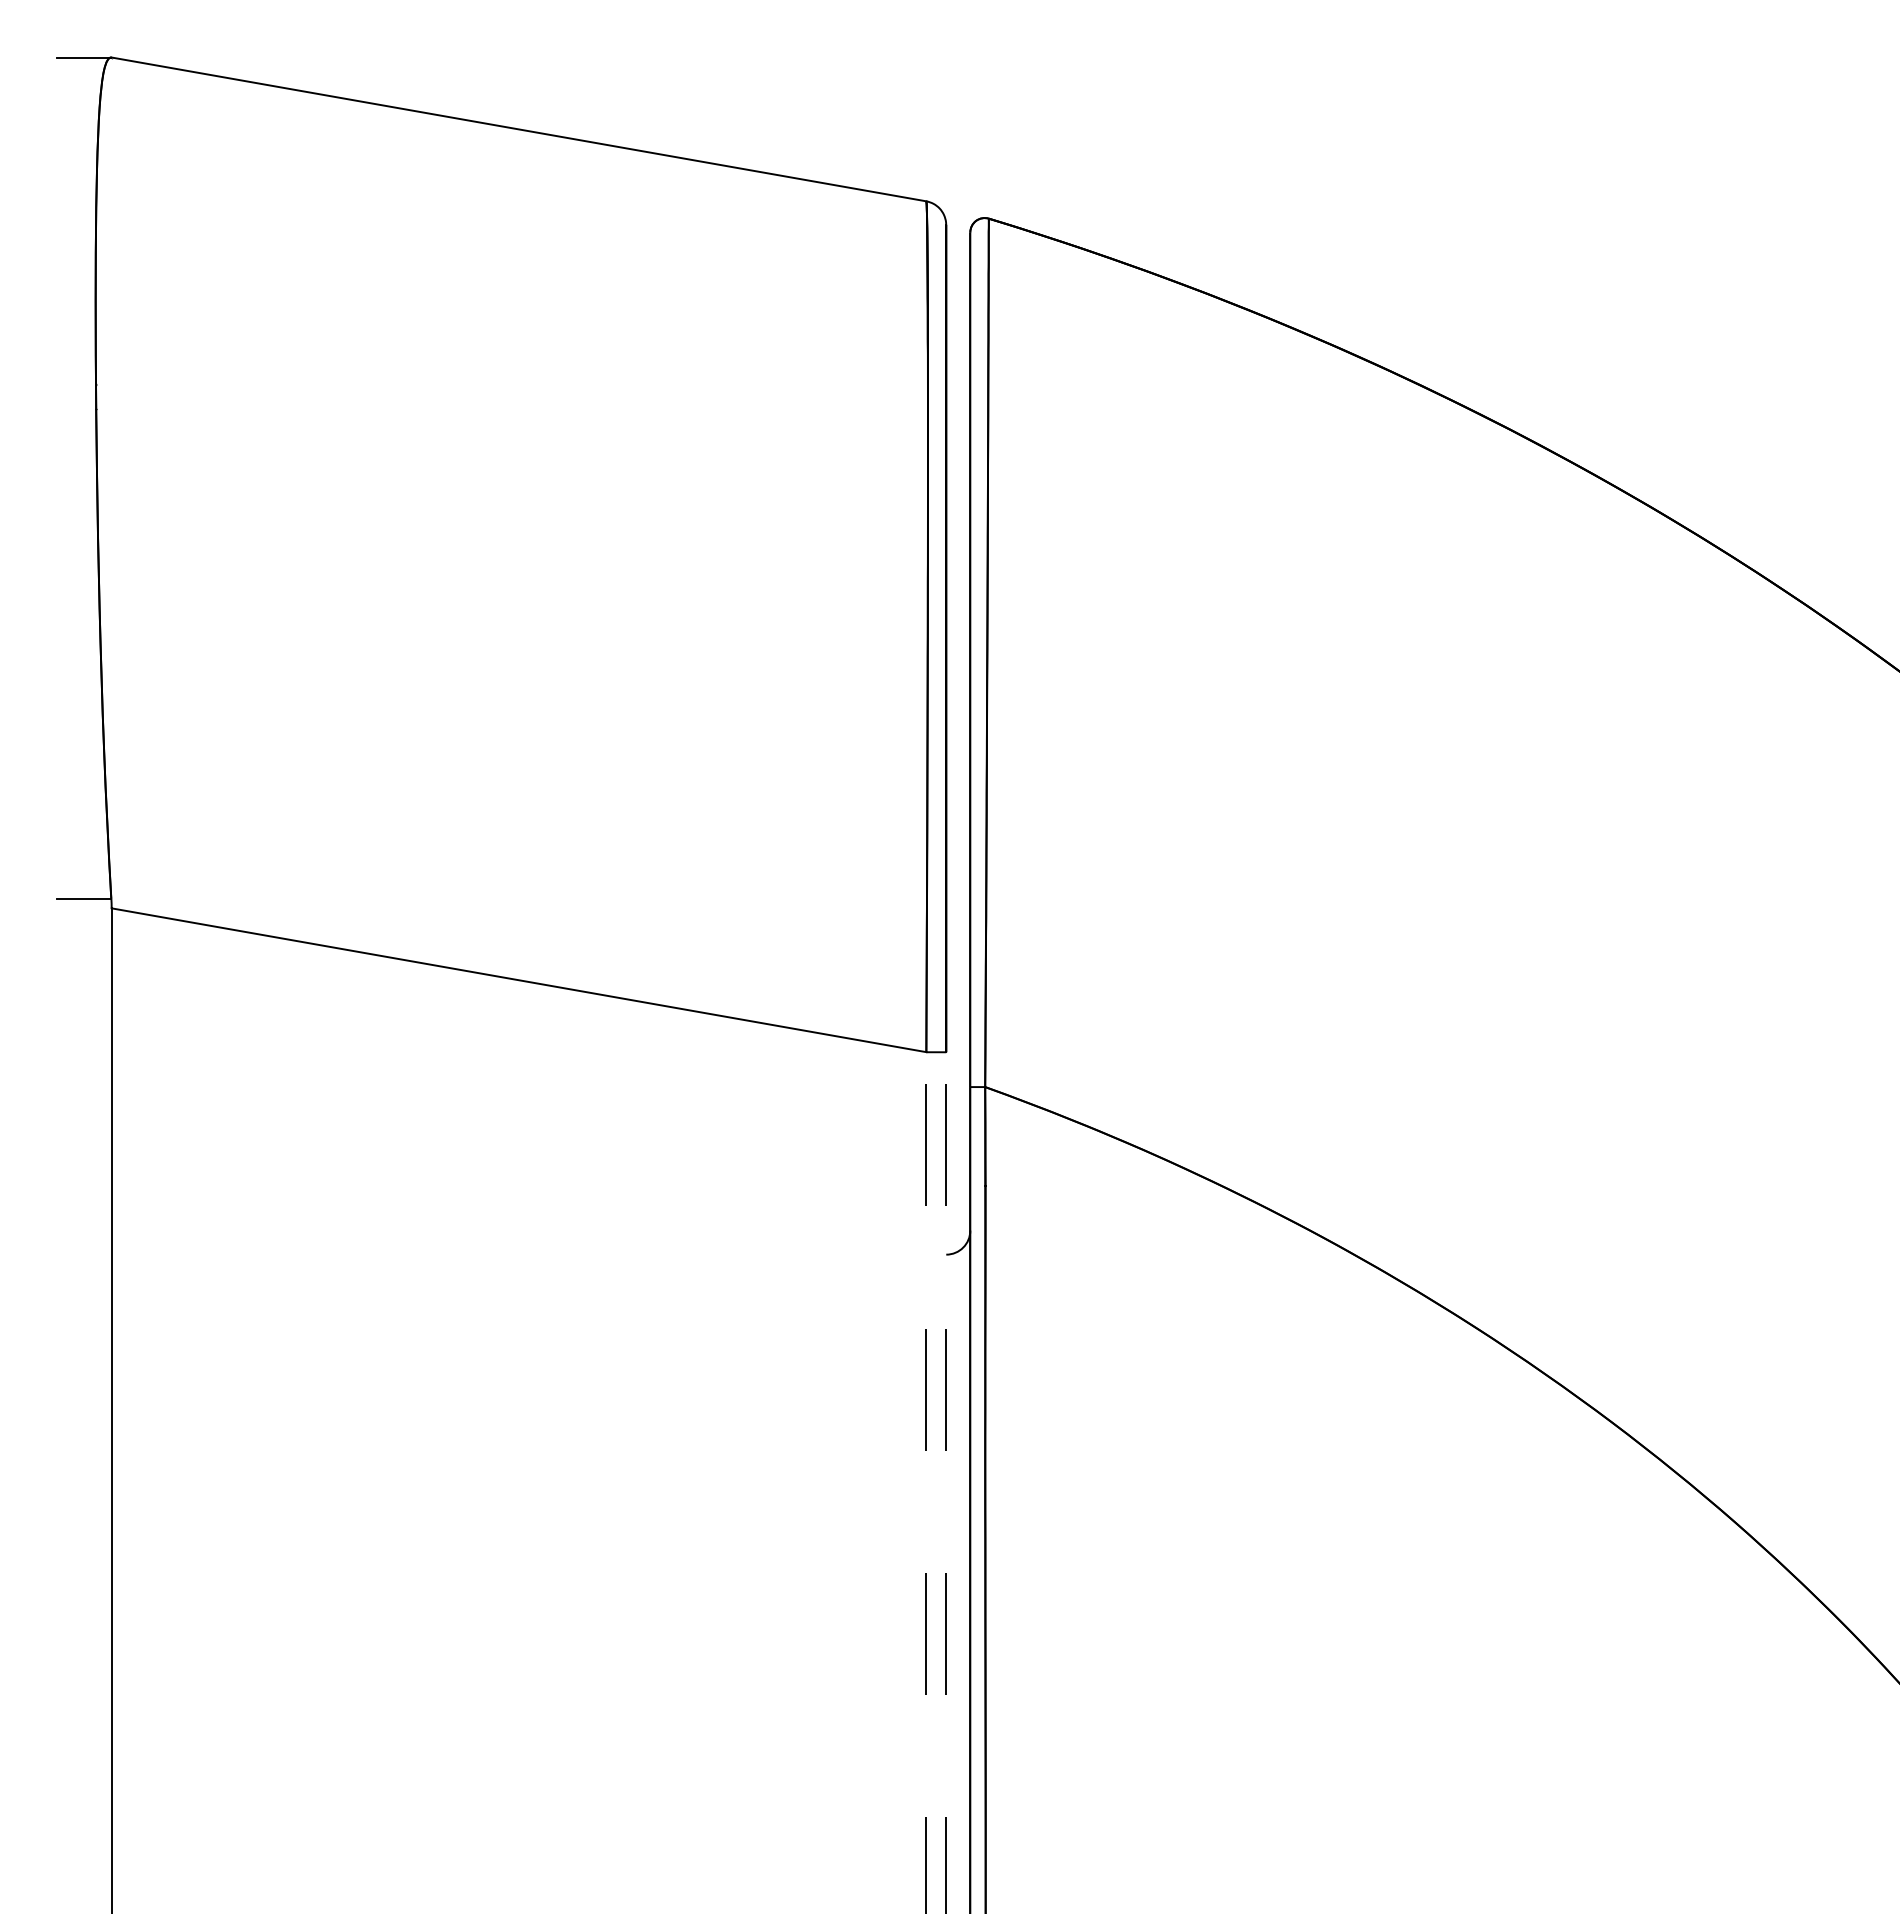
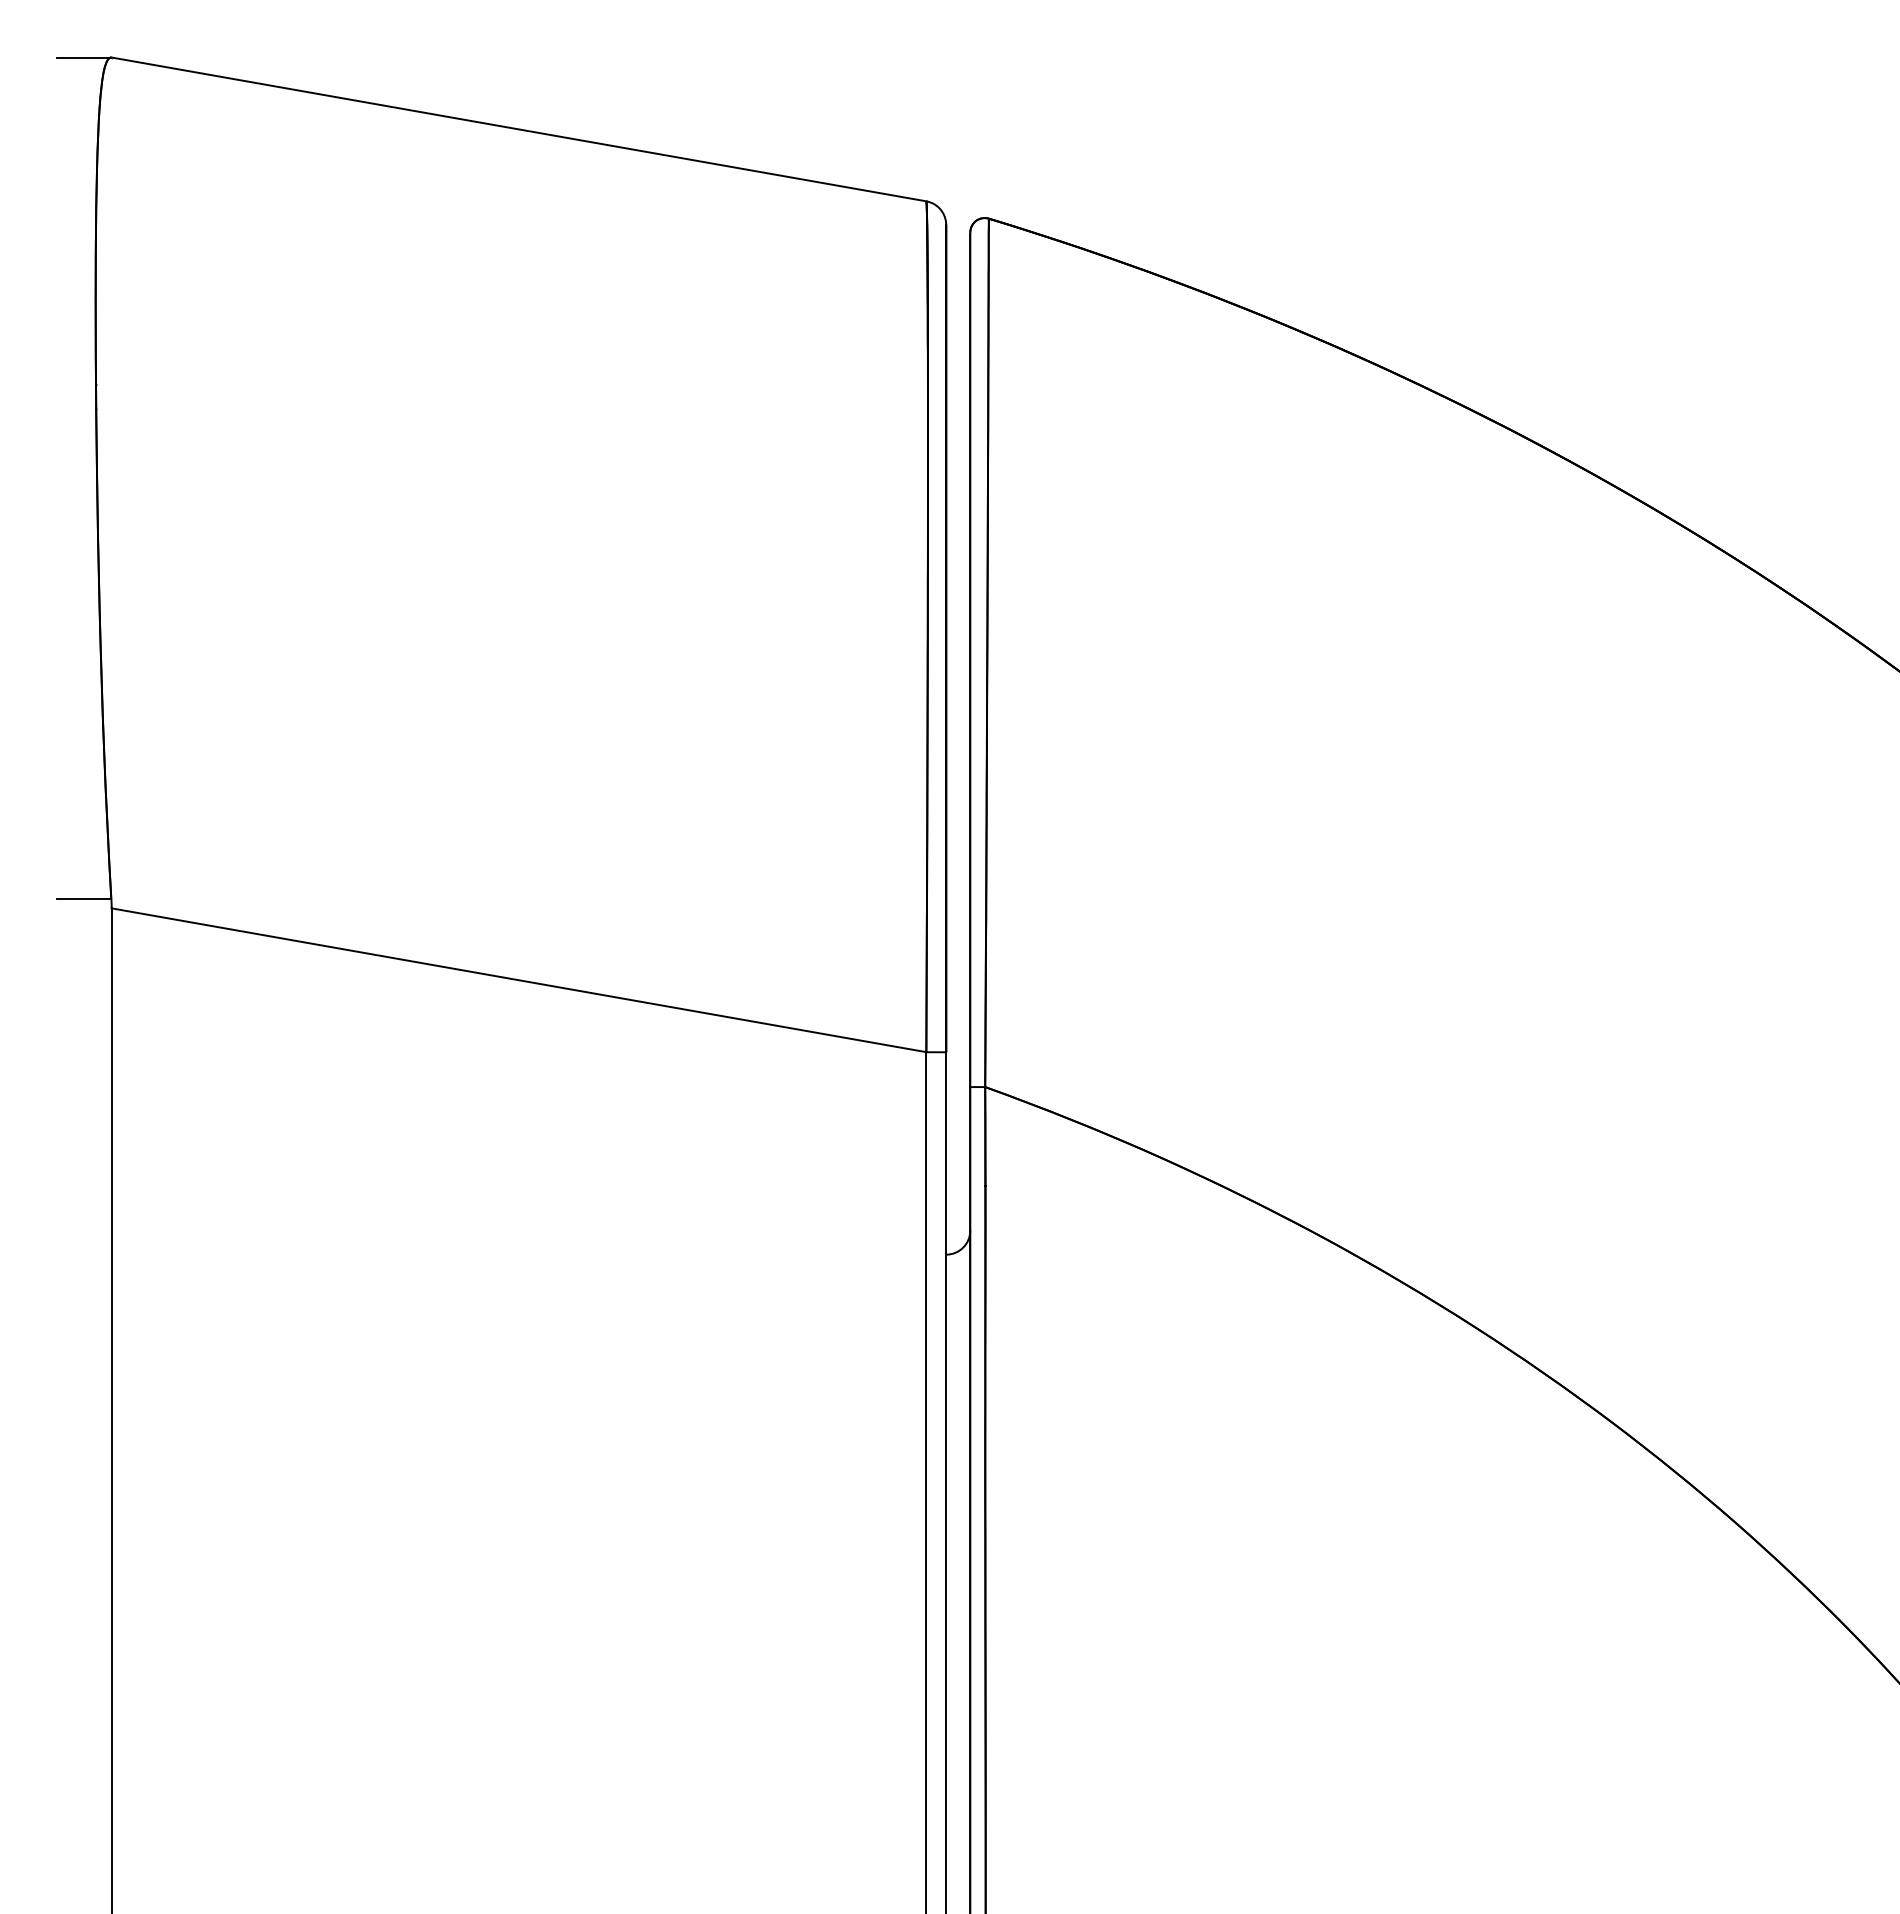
line at (926, 1482): dashed -> solid
line at (946, 1482): dashed -> solid
